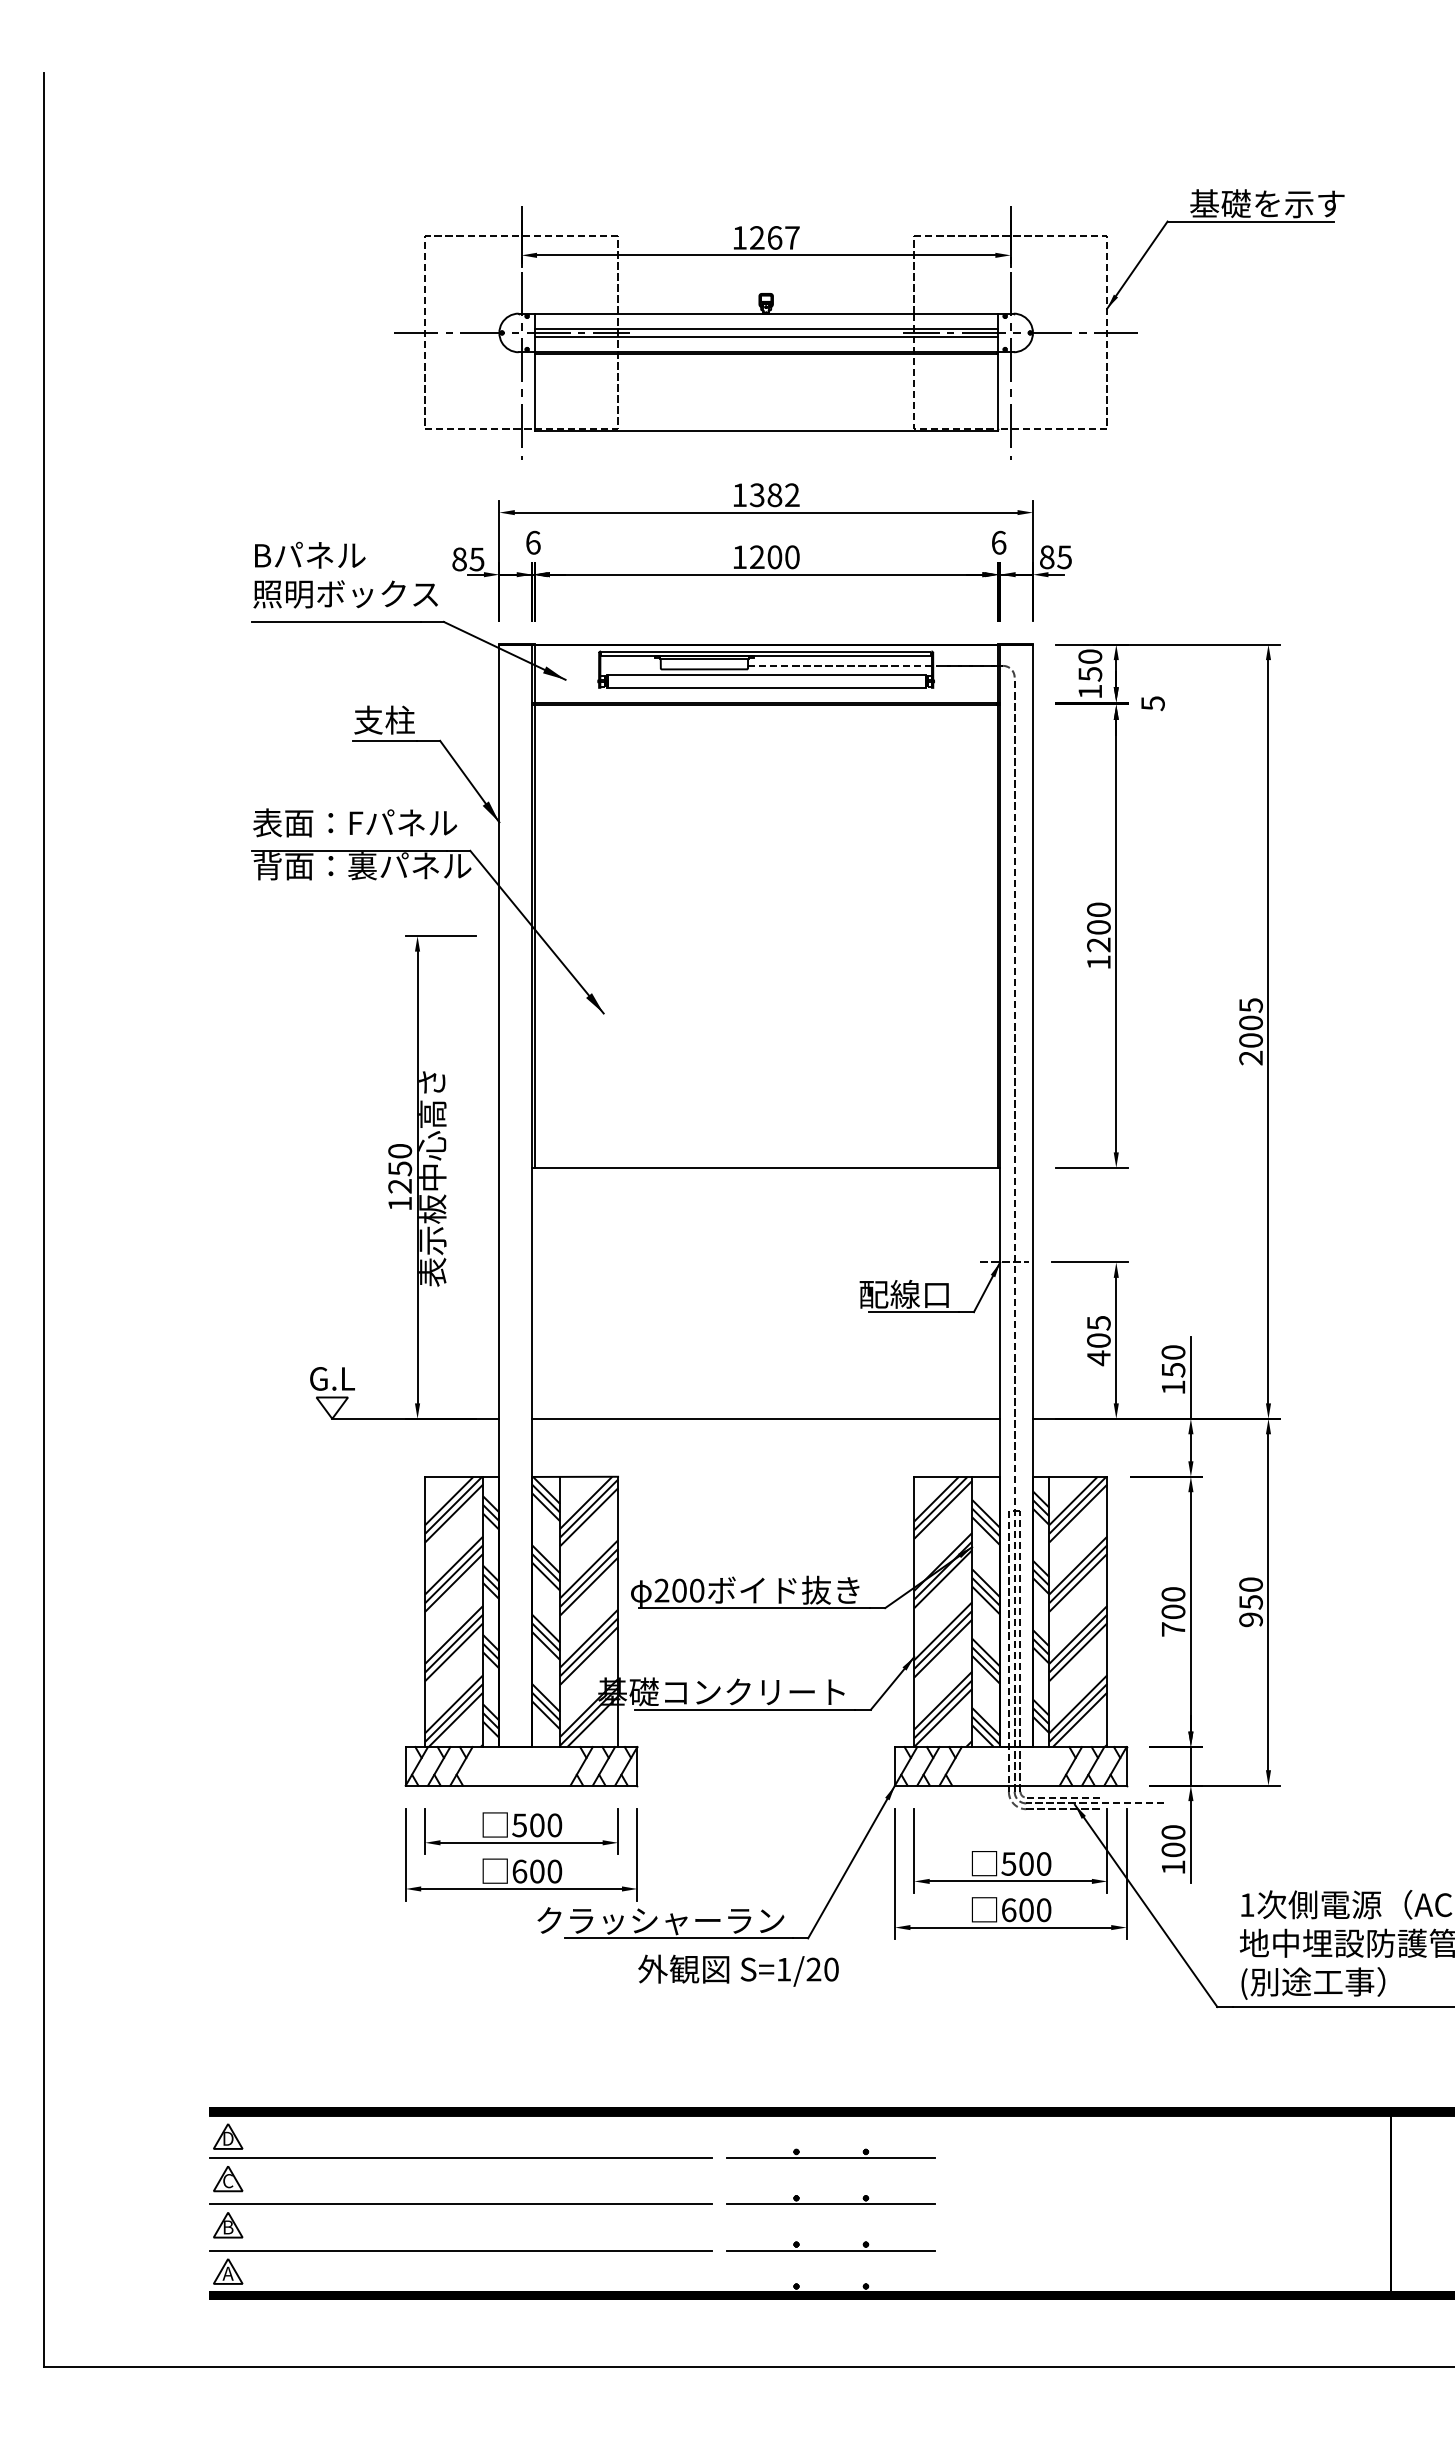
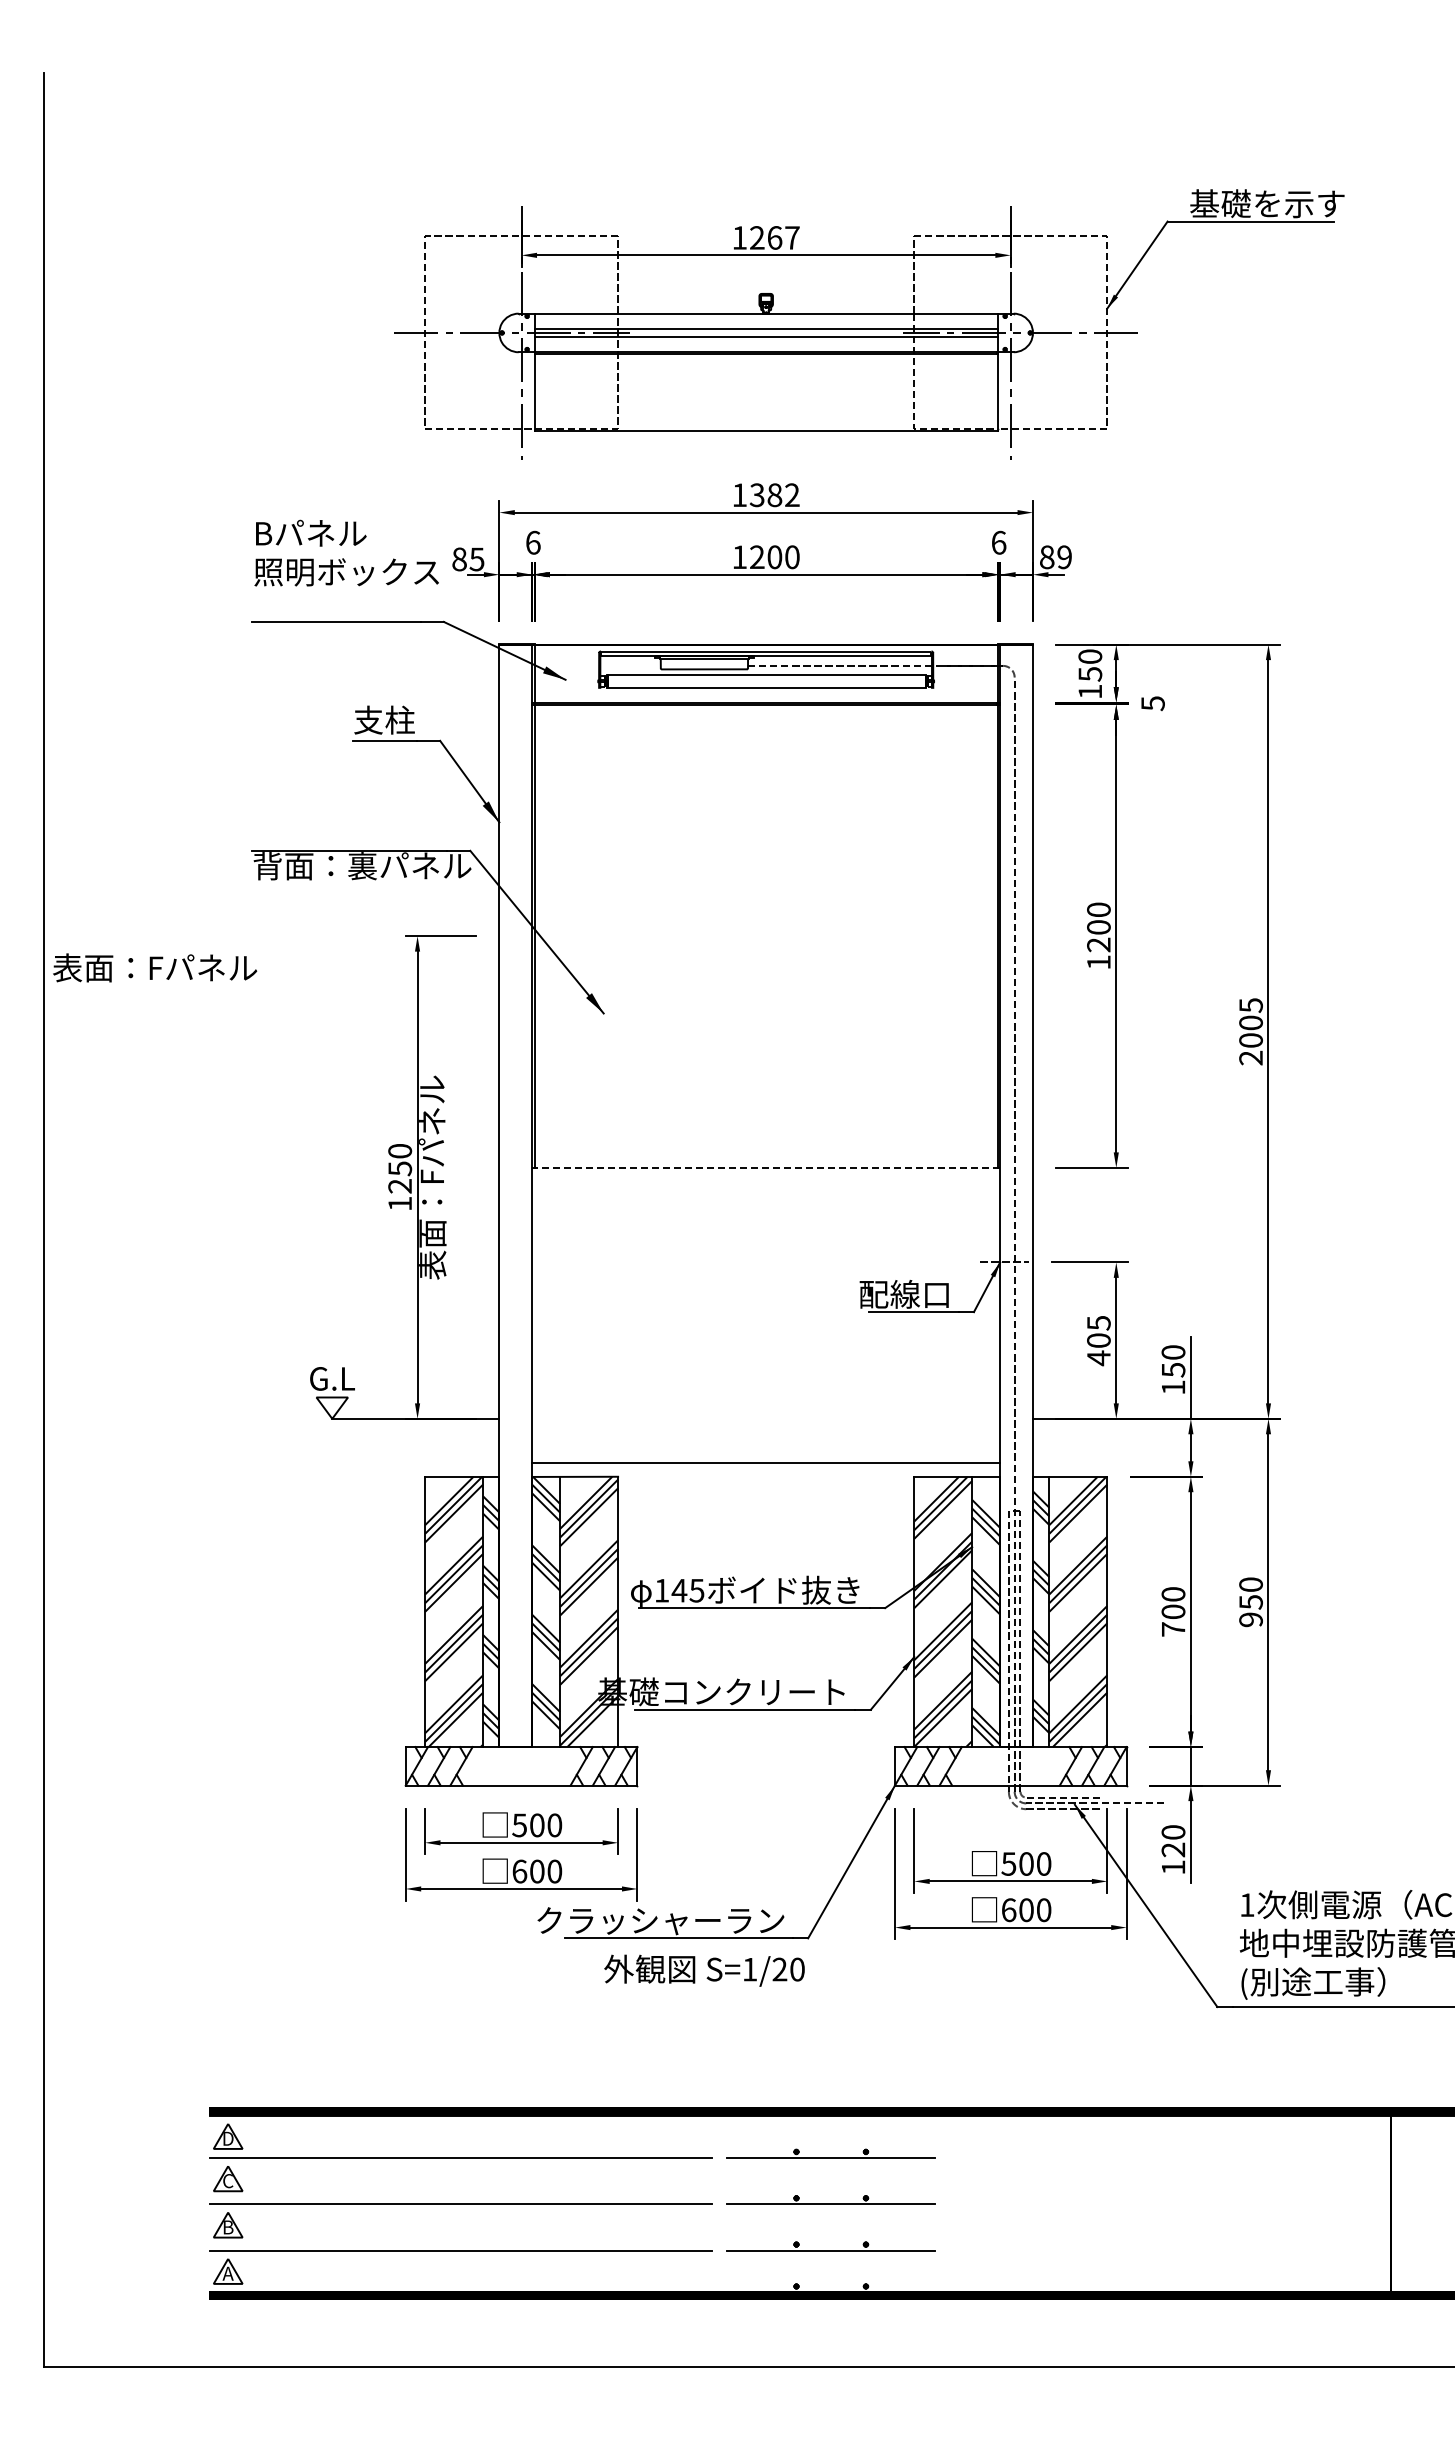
text at (1064, 557): 85 -> 89
text at (345, 574) position: (345, 574) -> (346, 552)
text at (355, 822) position: (355, 822) -> (155, 967)
line at (766, 1167): solid -> dashed
text at (432, 1178): 表示板中心高さ -> 表面：Fパネル
line at (766, 1418) position: (766, 1418) -> (766, 1462)
text at (679, 1590): 200 -> 145
text at (1173, 1849): 100 -> 120
text at (738, 1970) position: (738, 1970) -> (704, 1970)
